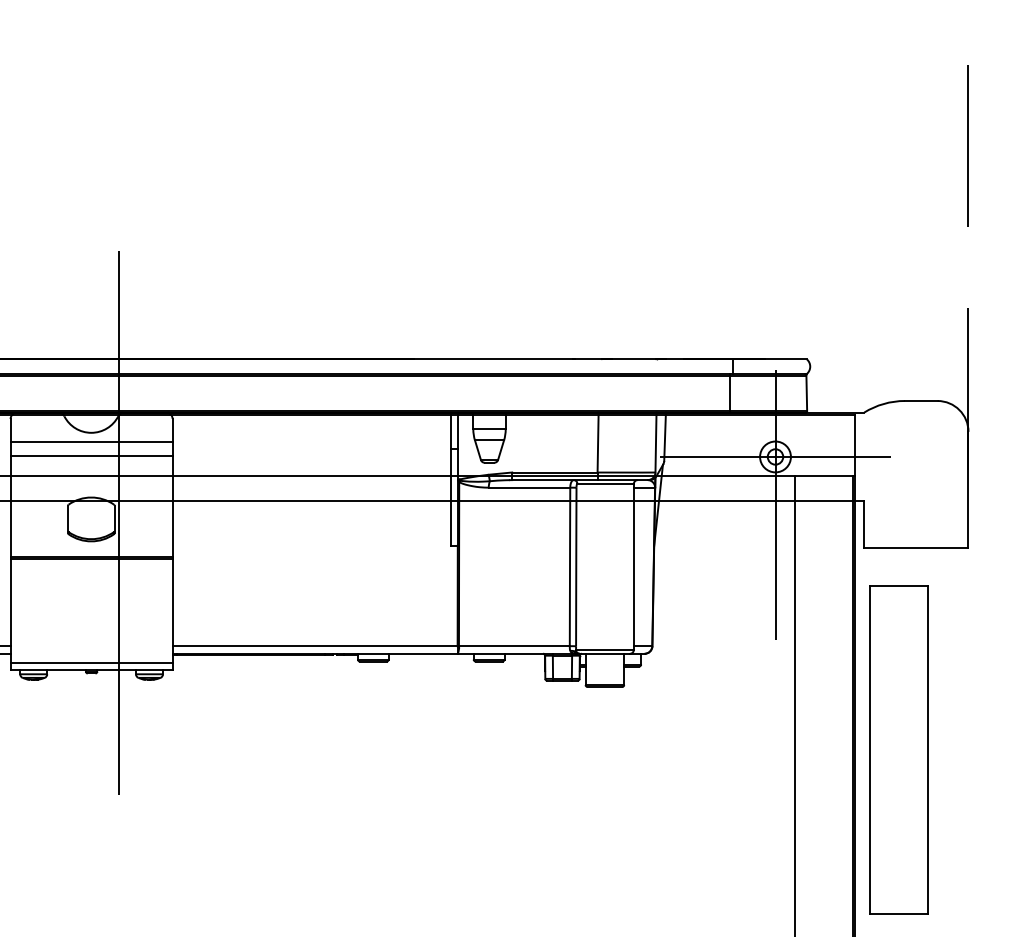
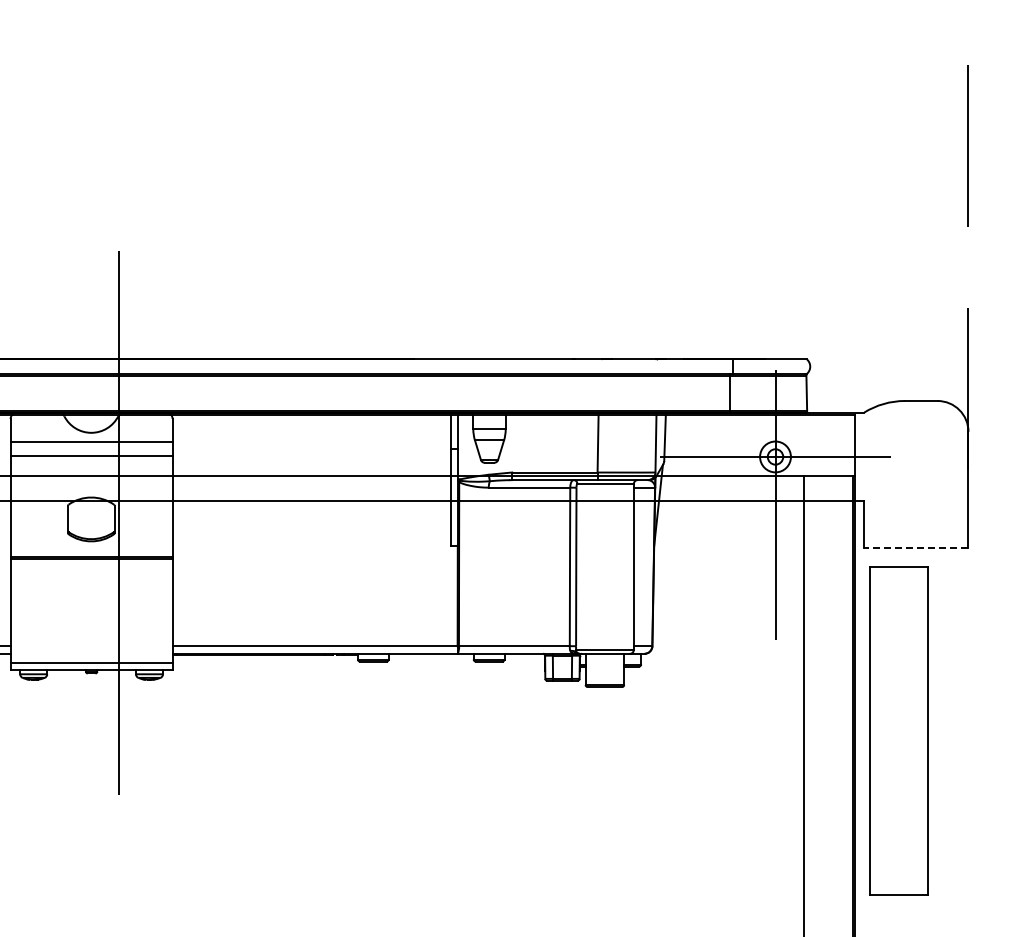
line at (915, 547): solid -> dashed
line at (794, 704) position: (794, 704) -> (803, 704)
part at (898, 749) position: (898, 749) -> (898, 730)
